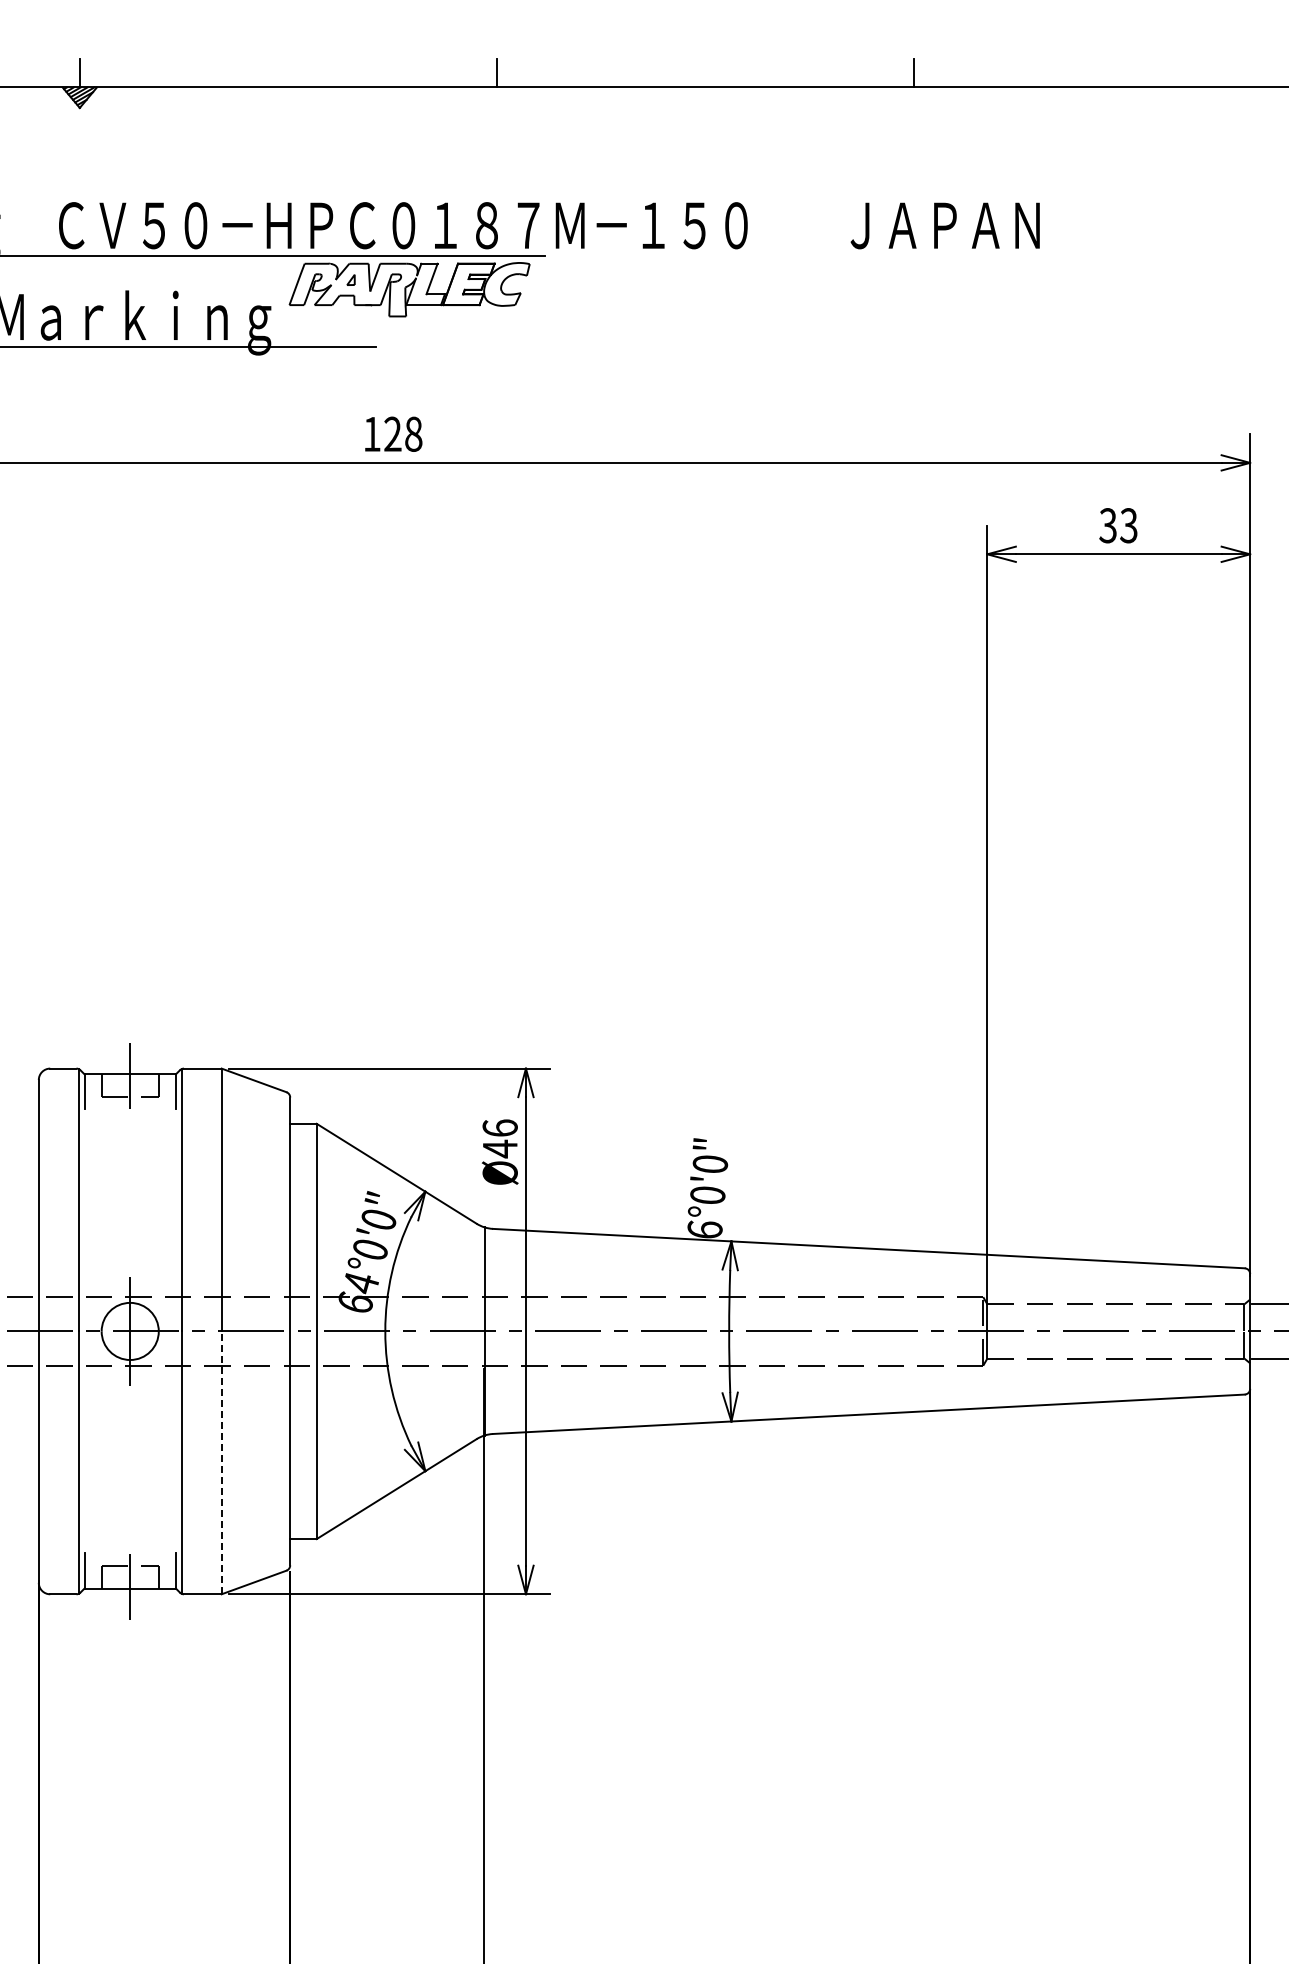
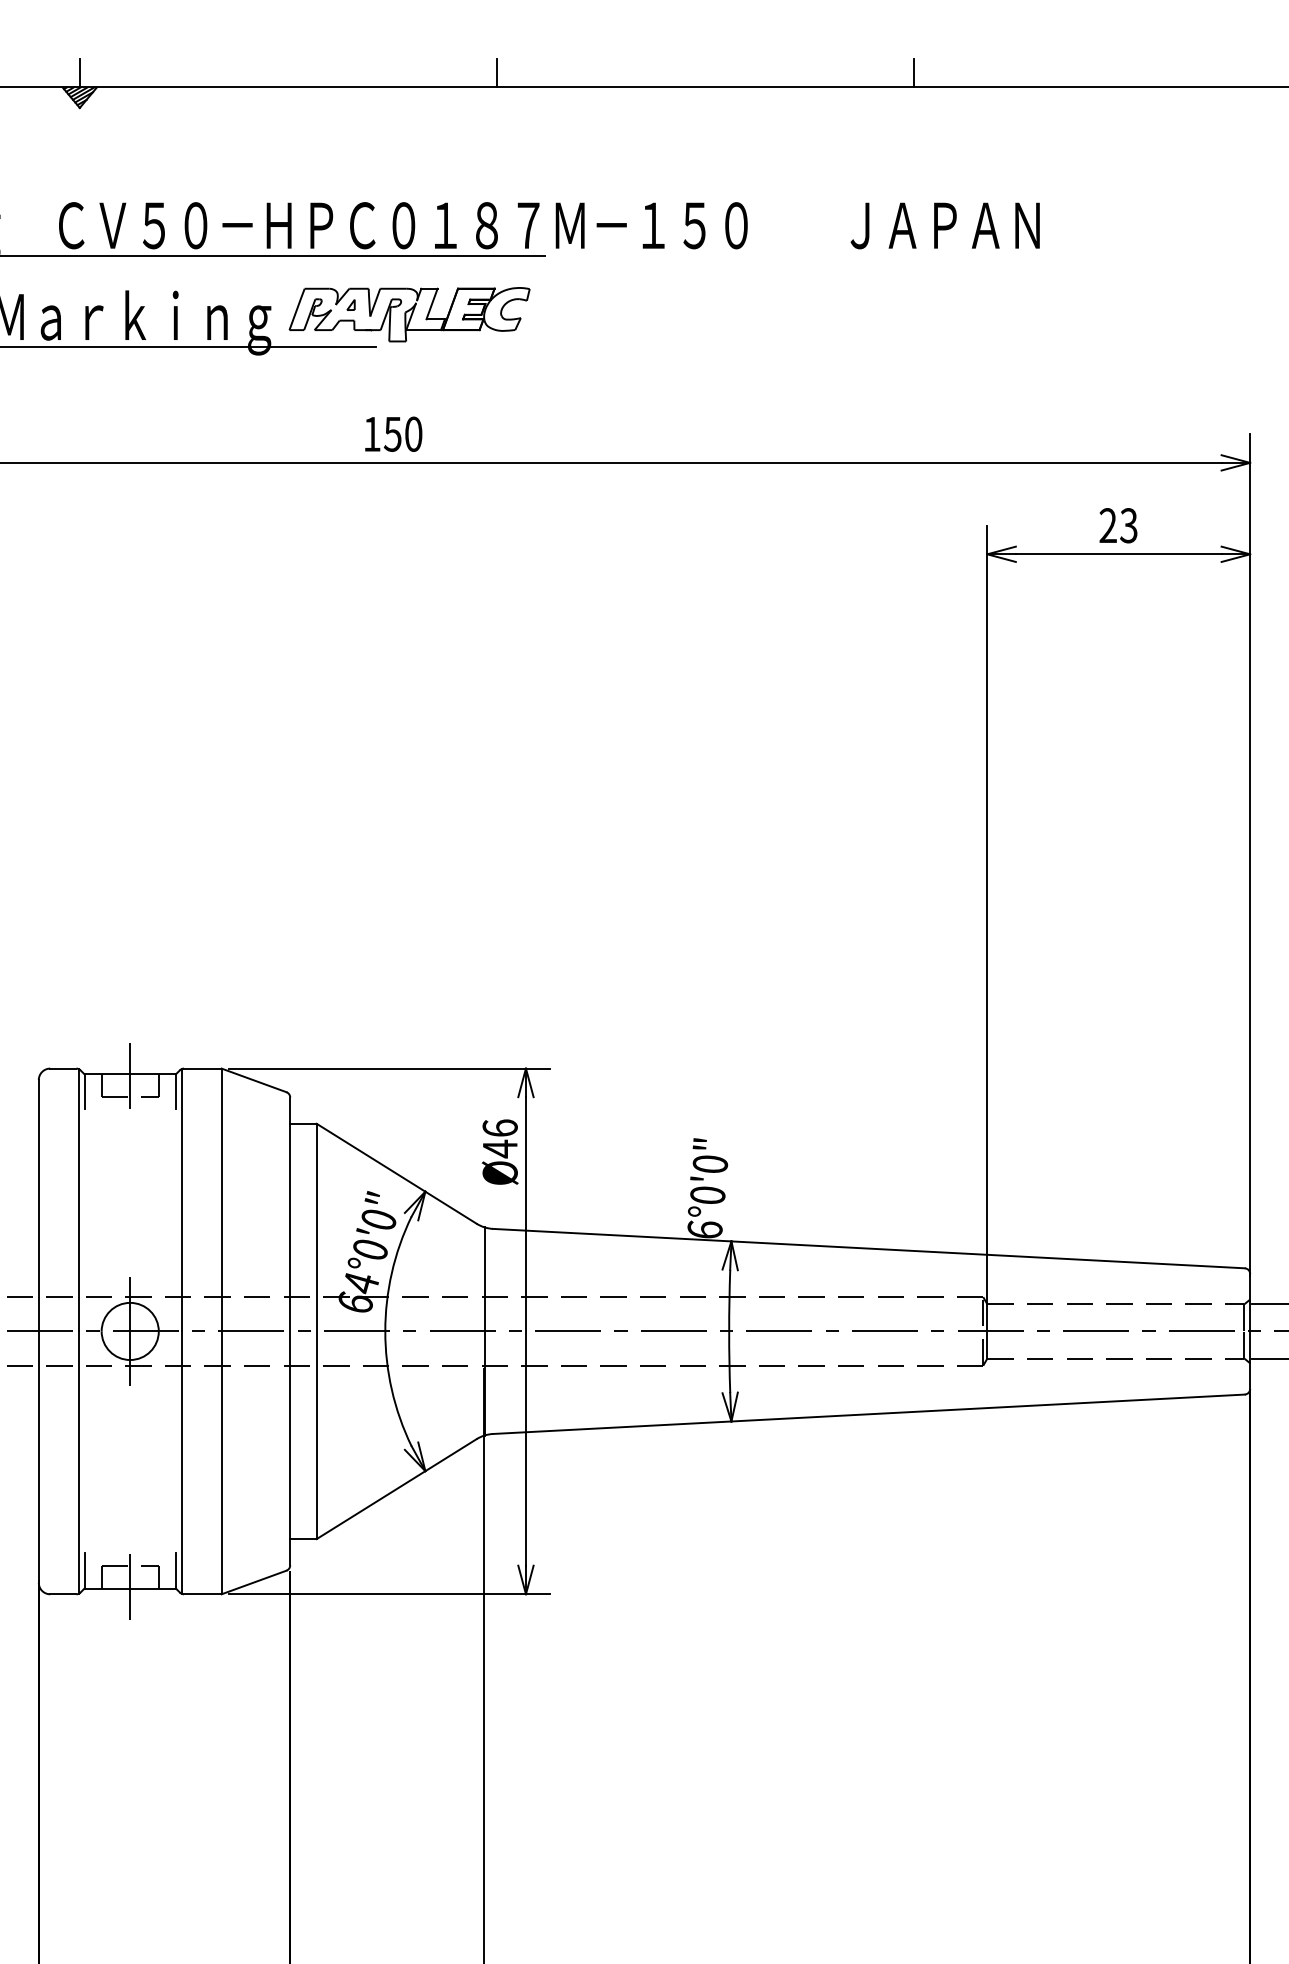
part at (409, 289) position: (409, 289) -> (409, 314)
text at (402, 433): 128 -> 150
text at (1107, 526): 33 -> 23
line at (221, 1462): dashed -> solid
